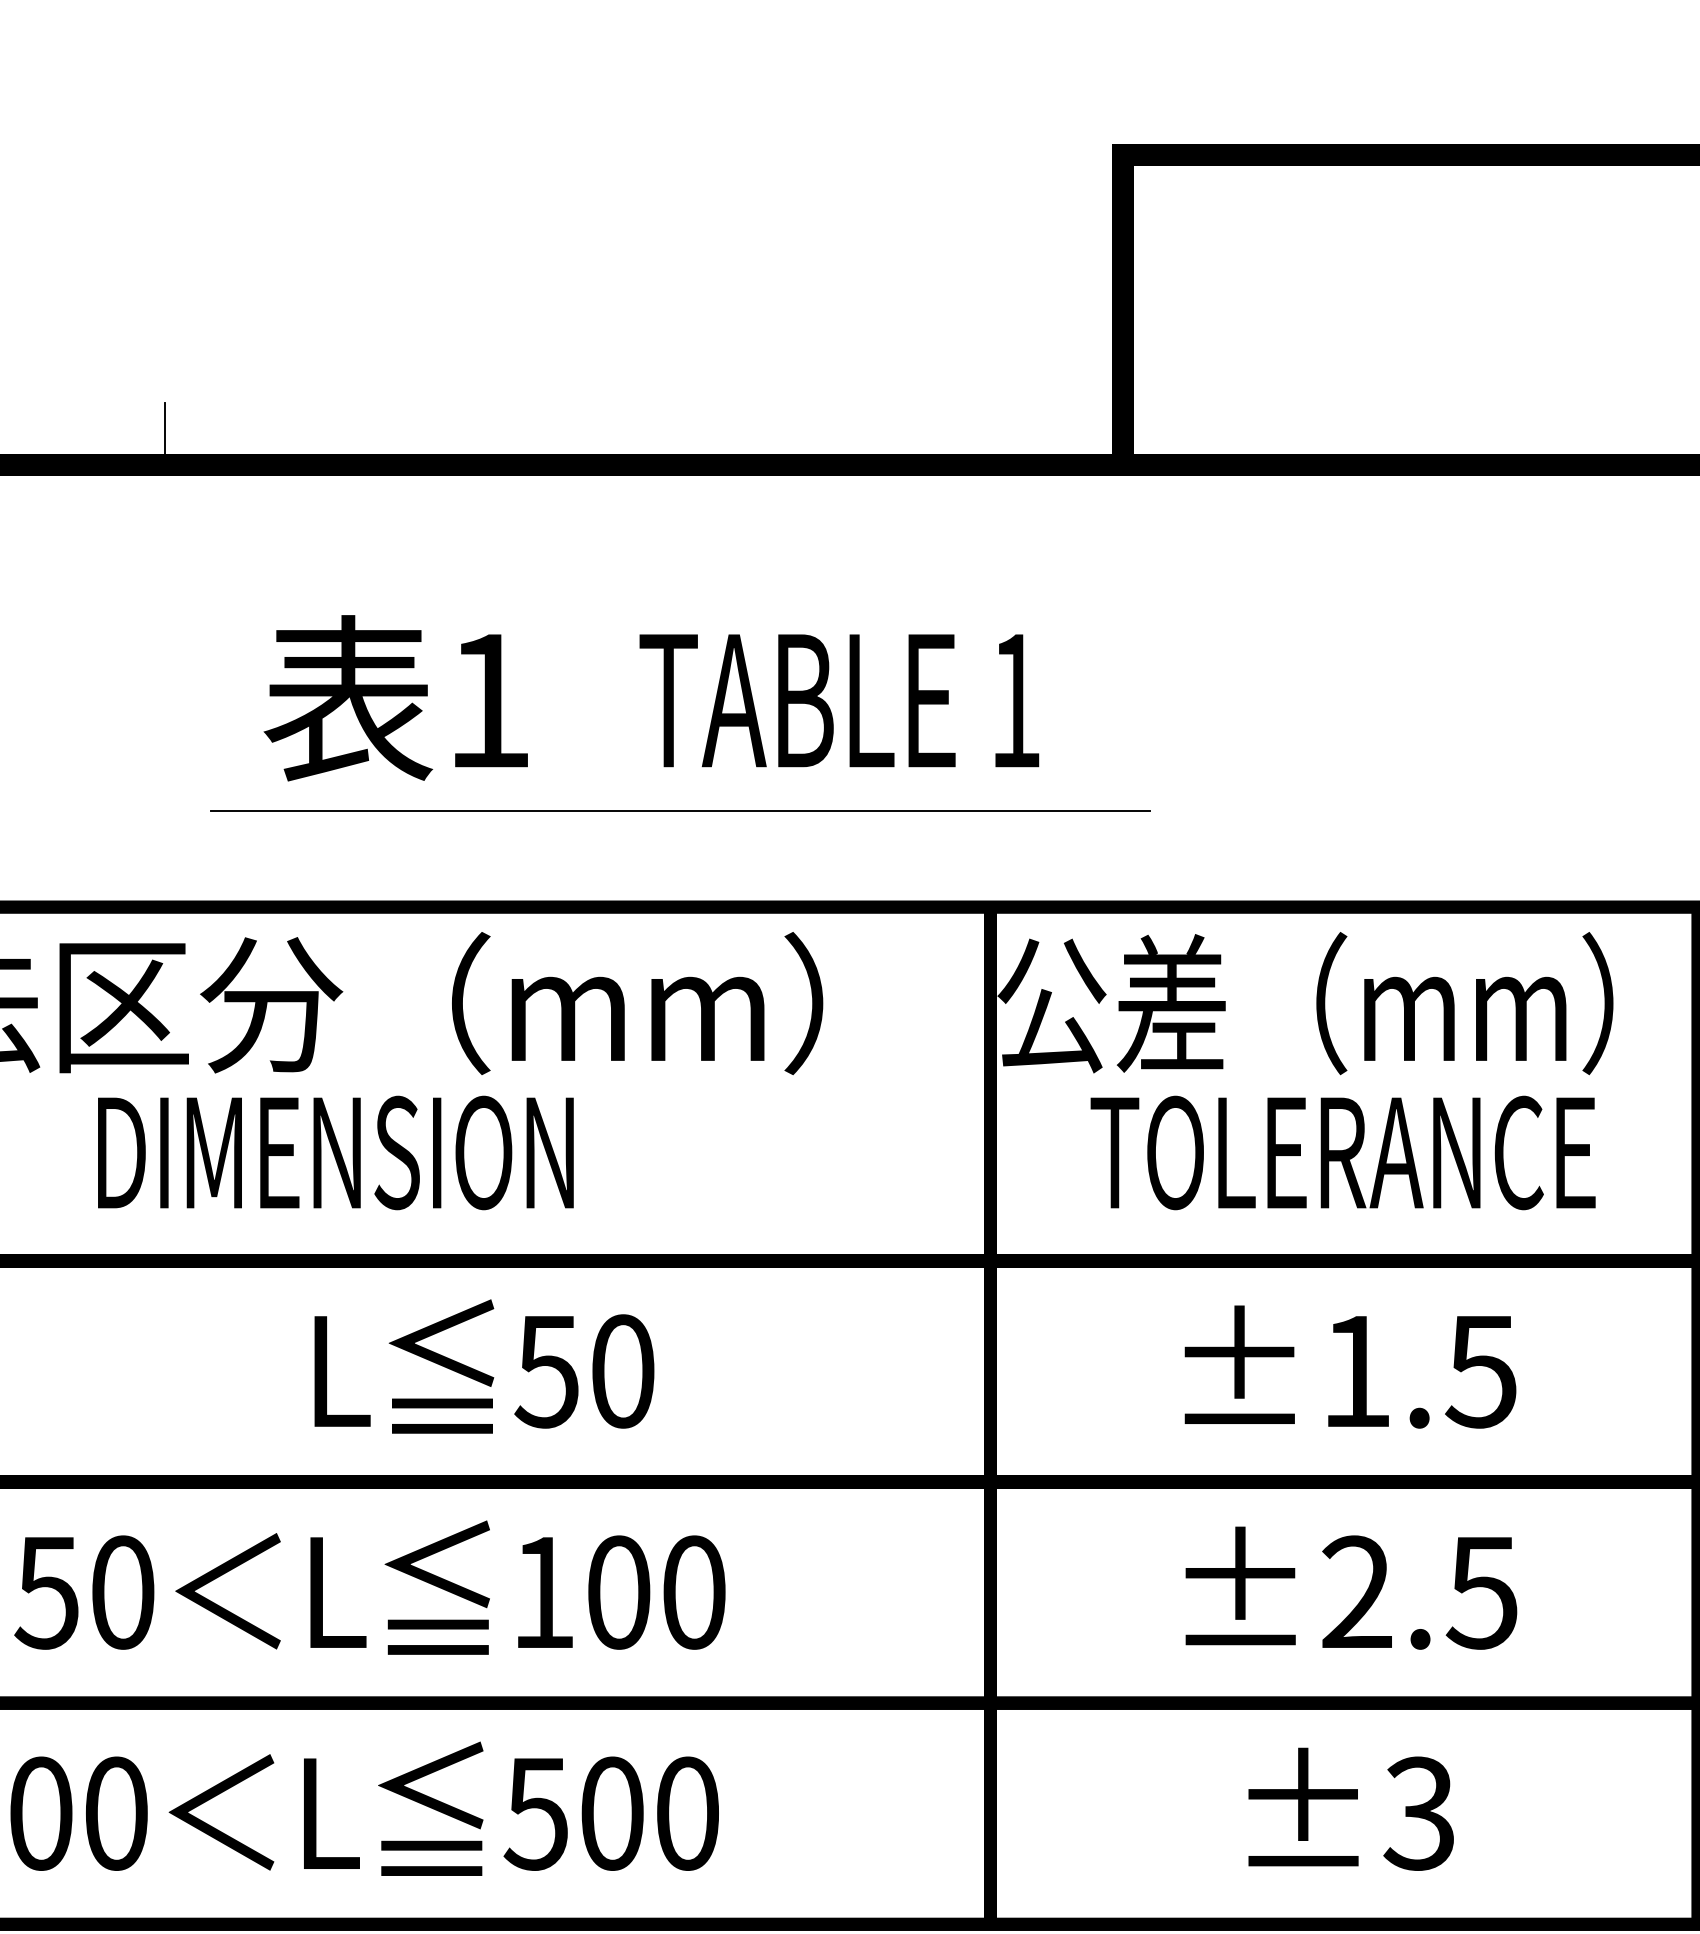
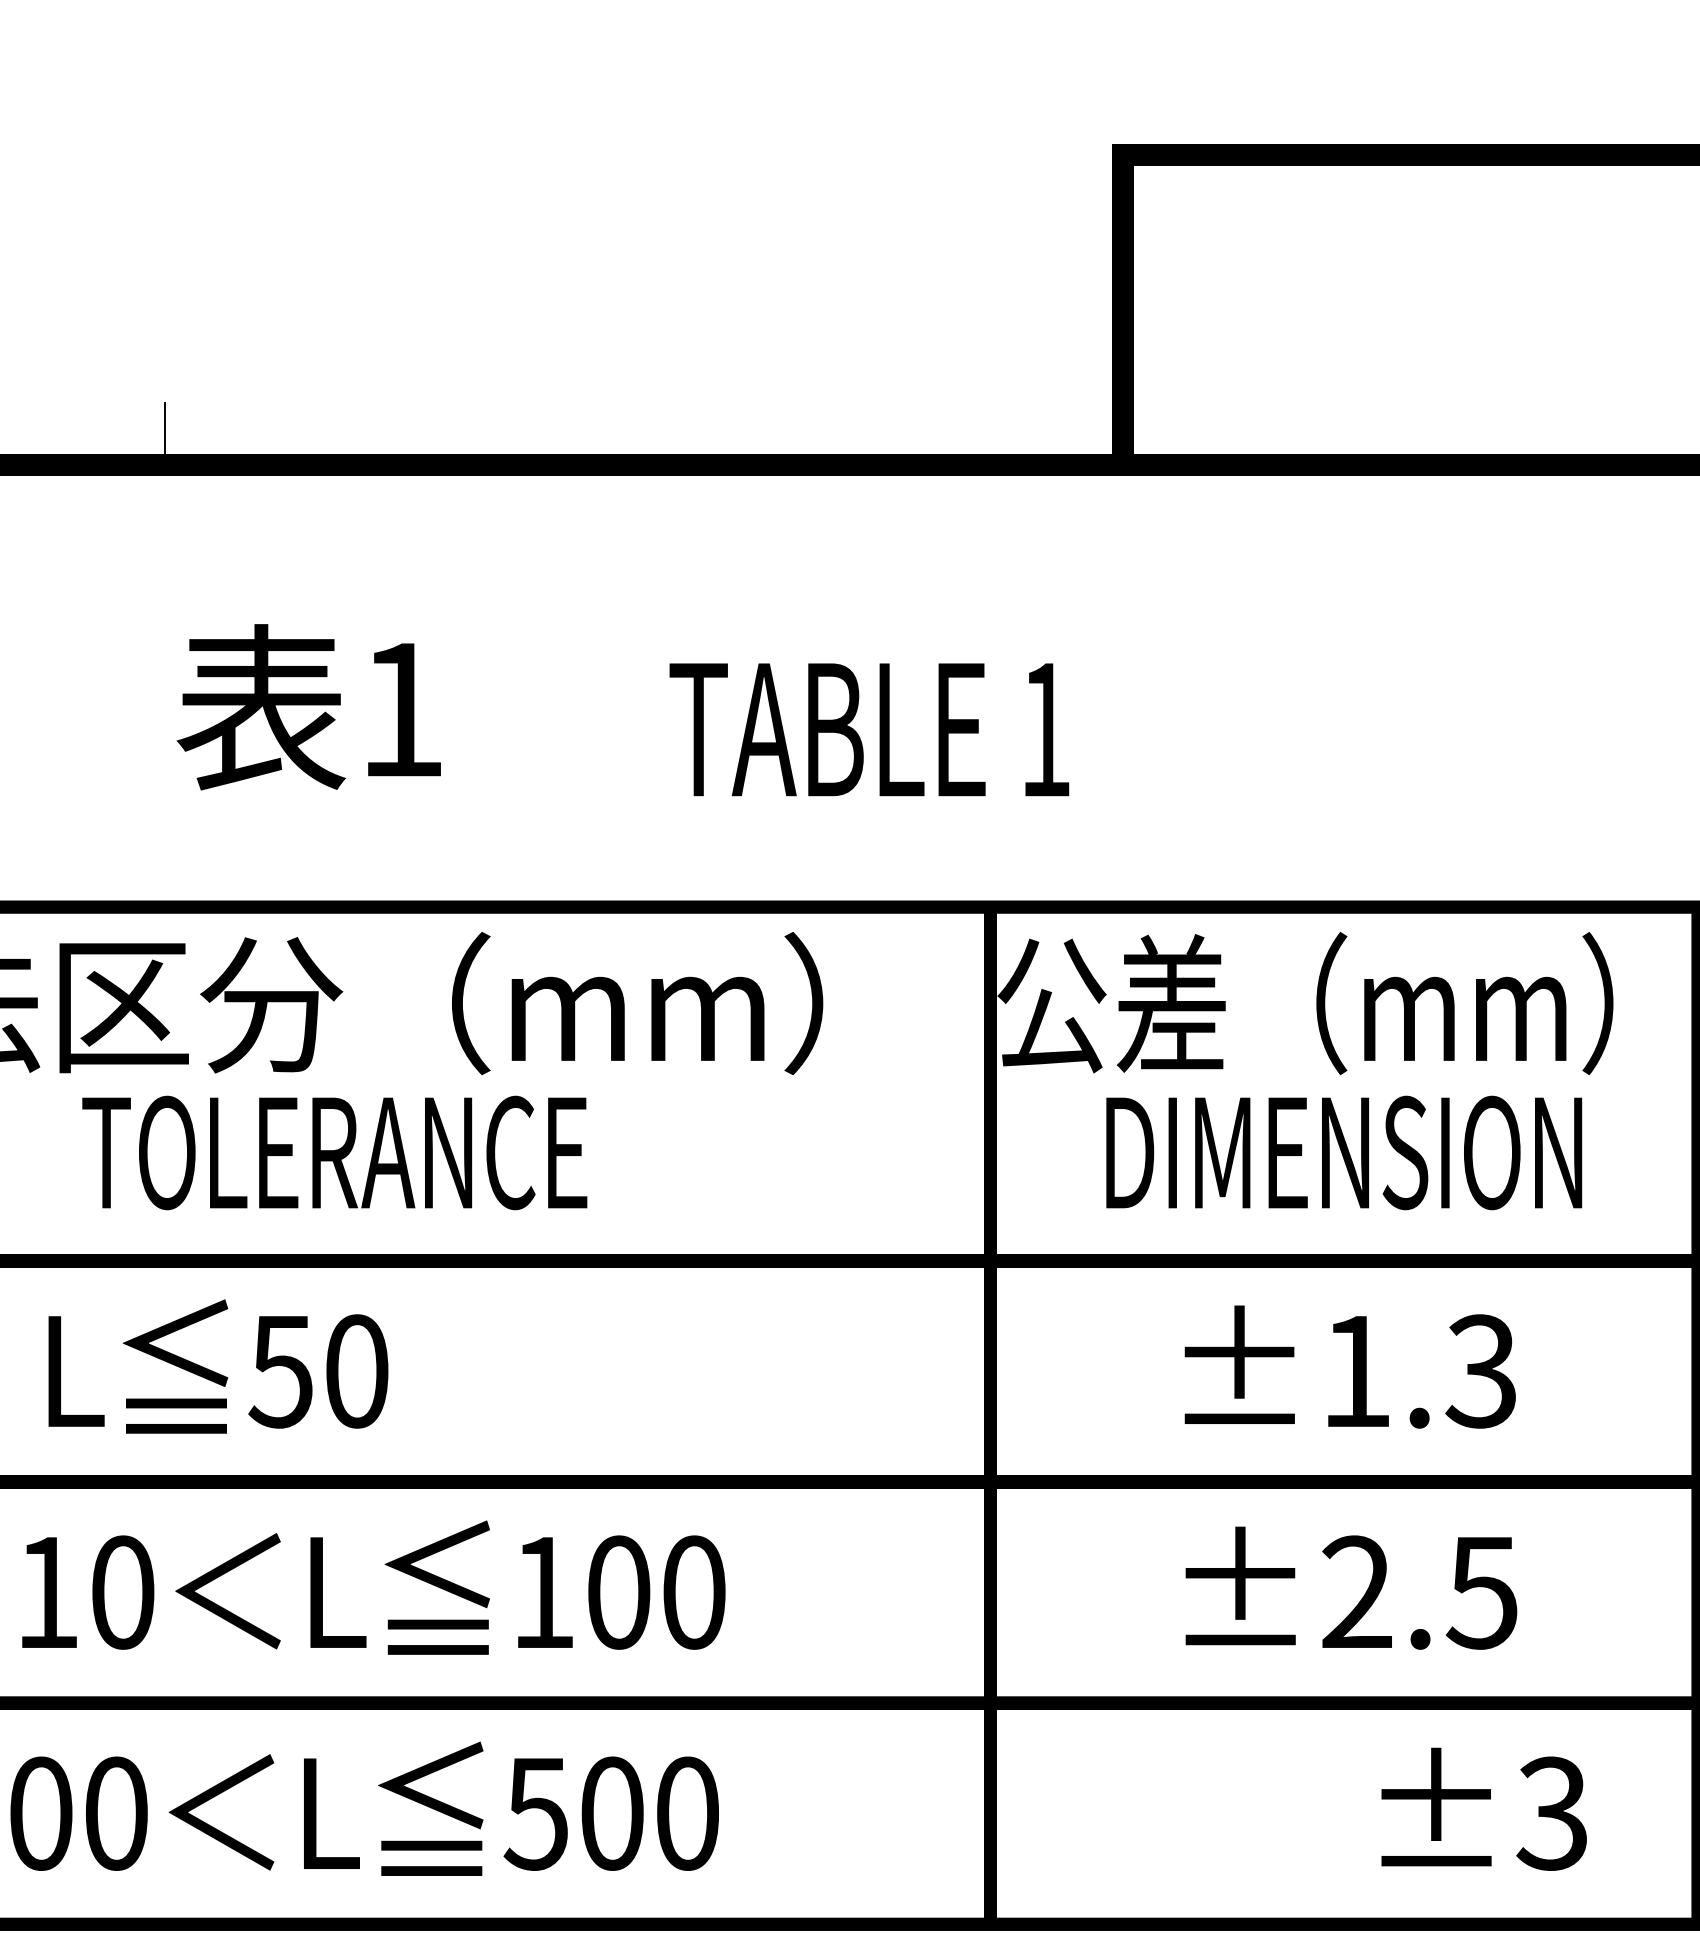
text at (395, 698) position: (395, 698) -> (308, 707)
text at (839, 700) position: (839, 700) -> (869, 729)
line at (680, 811): present -> none
text at (334, 1152): DIMENSION -> TOLERANCE
text at (1342, 1152): TOLERANCE -> DIMENSION
text at (484, 1366) position: (484, 1366) -> (218, 1366)
text at (1480, 1371): ±1.5 -> ±1.3
text at (46, 1593): 50 -> 10
text at (1350, 1808) position: (1350, 1808) -> (1483, 1808)
